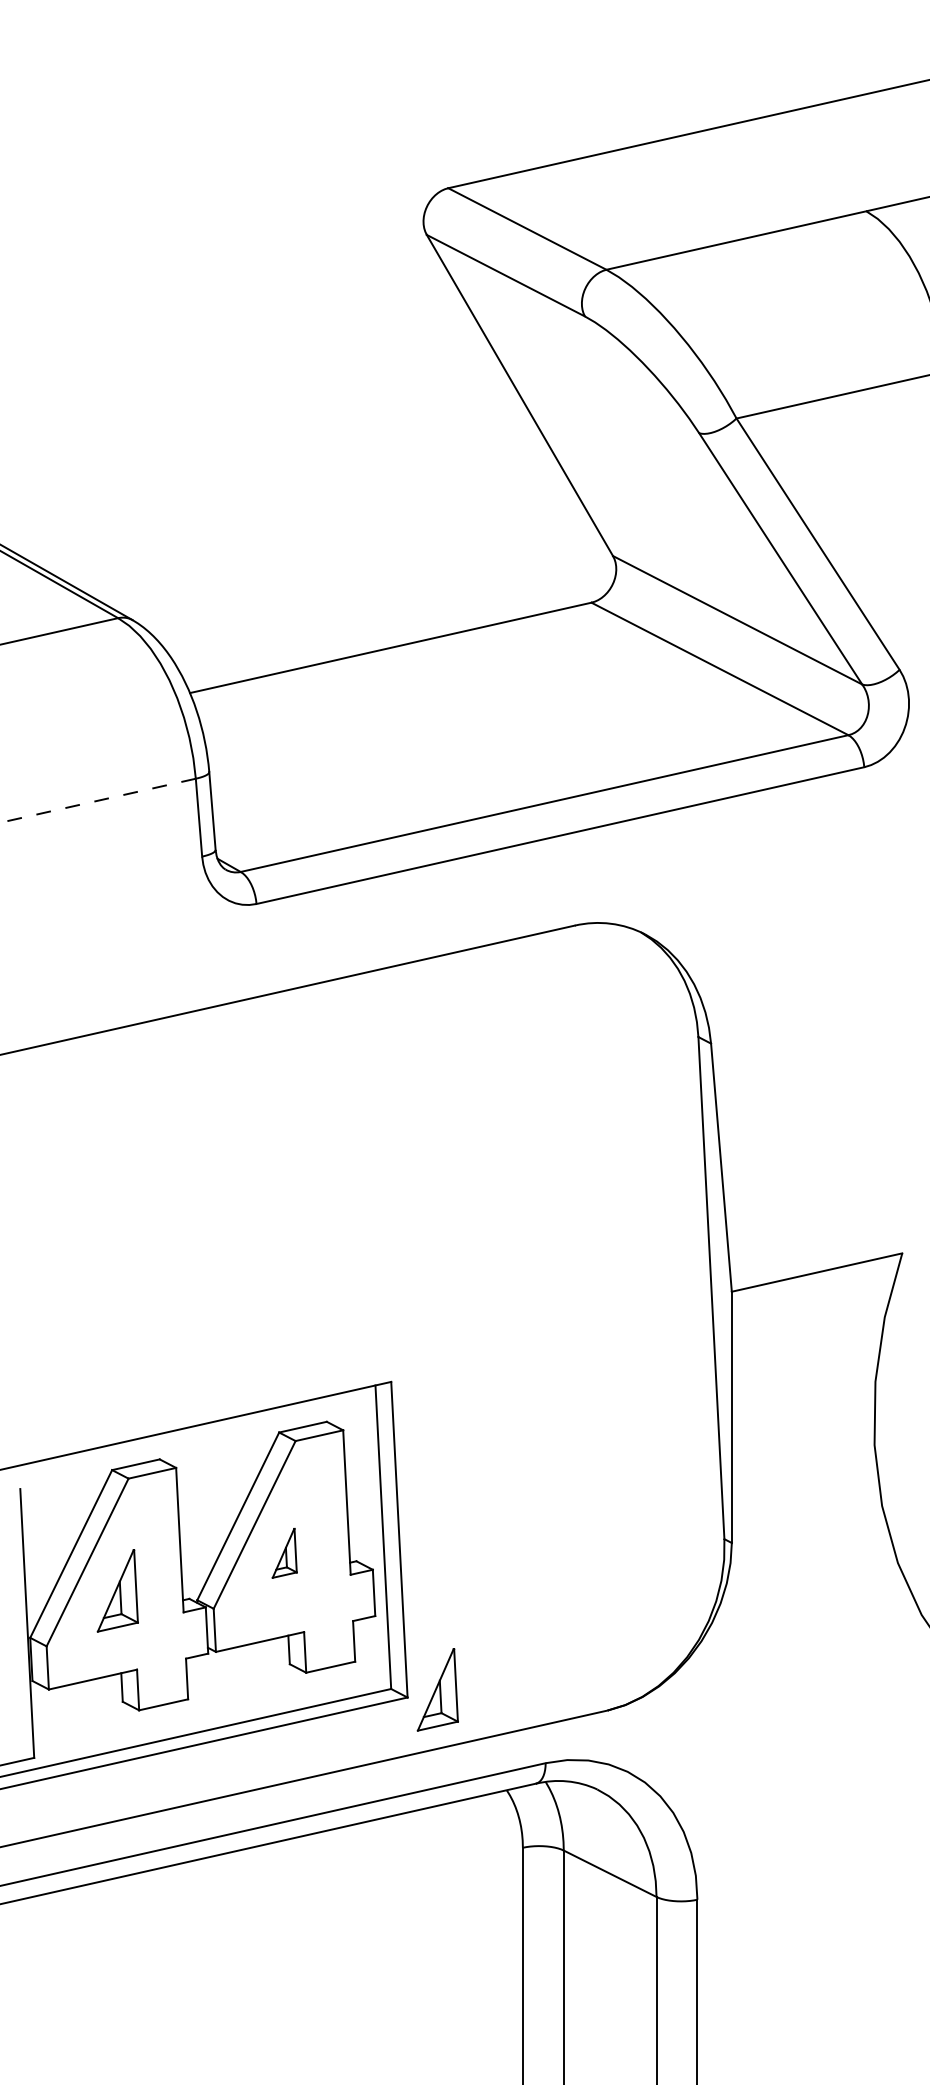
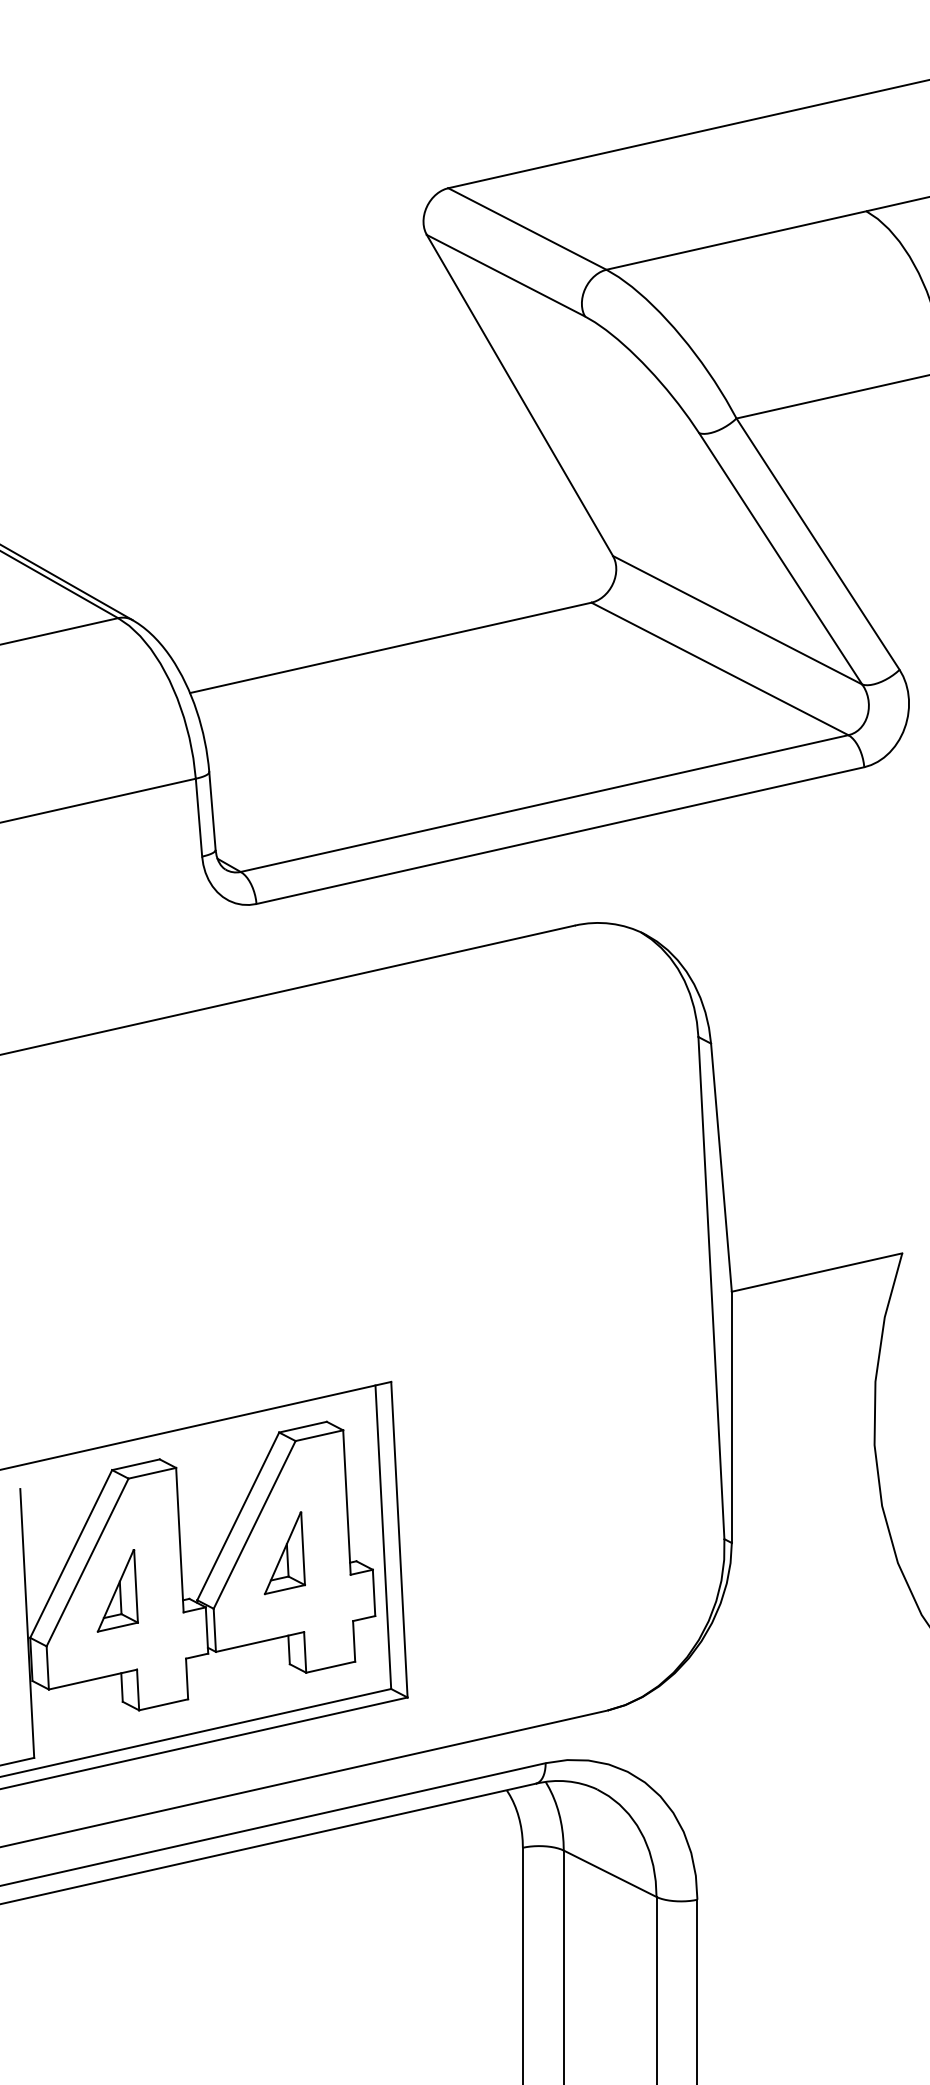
line at (98, 800): dashed -> solid
part at (284, 1552) size: 27x52 px -> 43x85 px
part at (437, 1689): present -> none
